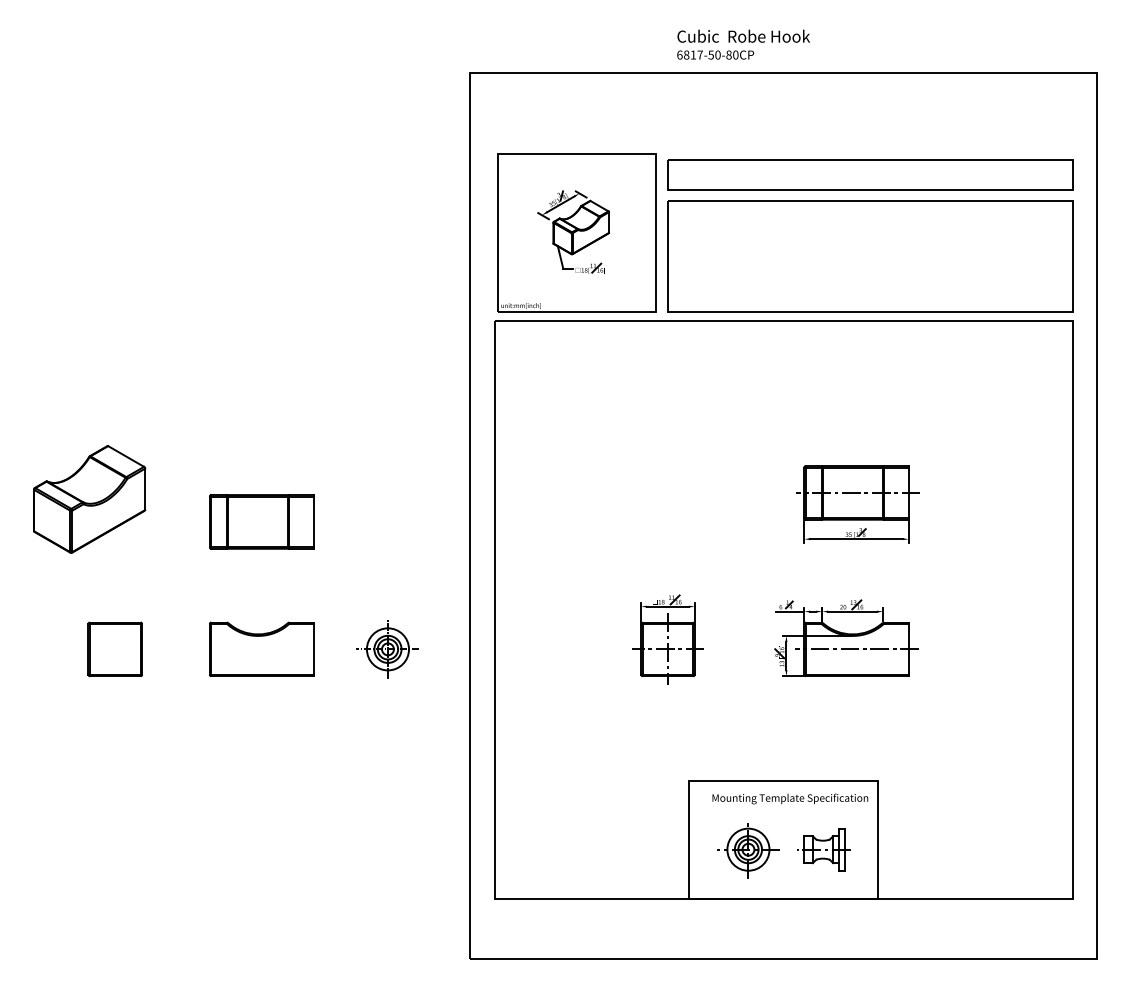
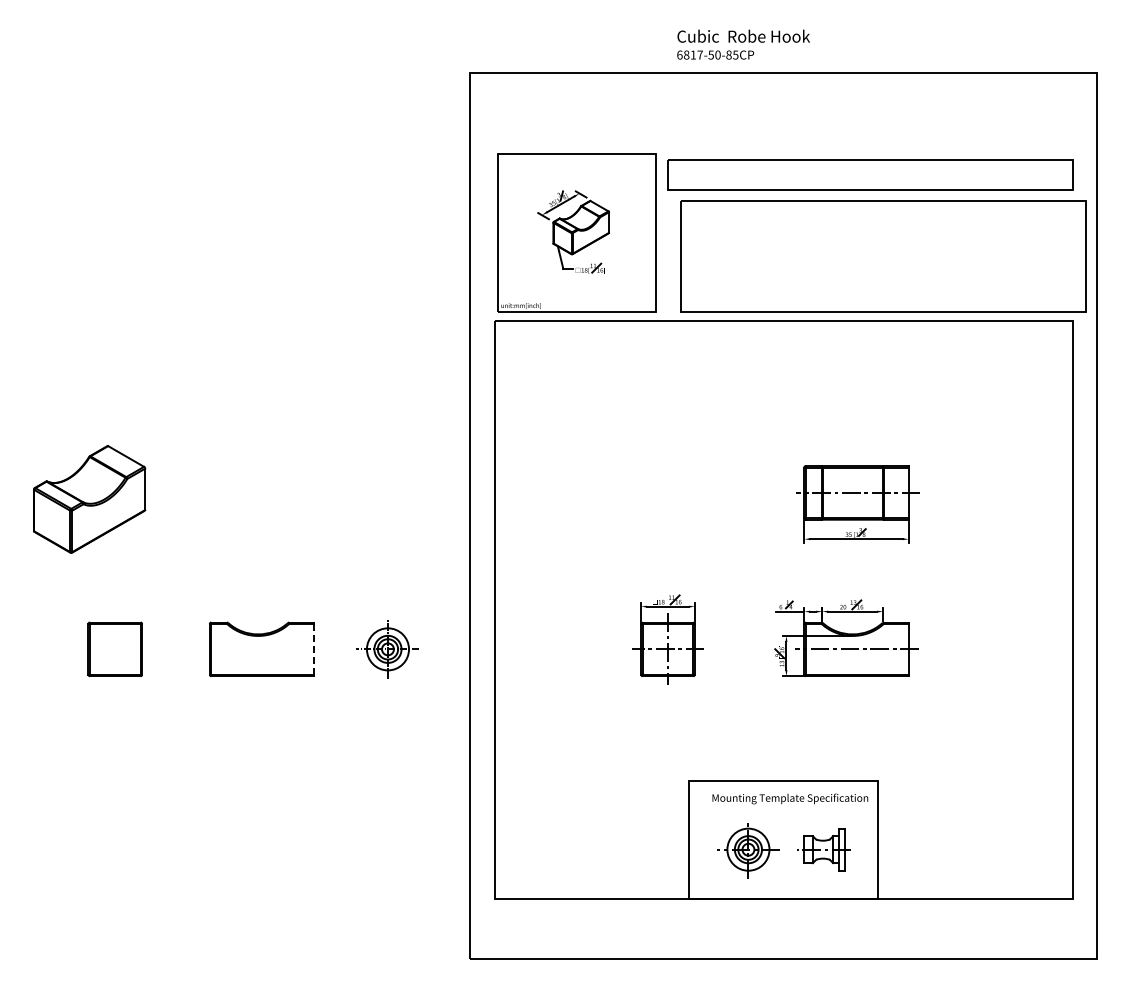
text at (735, 54): 6817-50-80CP -> 6817-50-85CP
part at (870, 256) position: (870, 256) -> (883, 256)
part at (261, 521): present -> none
line at (314, 648): solid -> dashed
